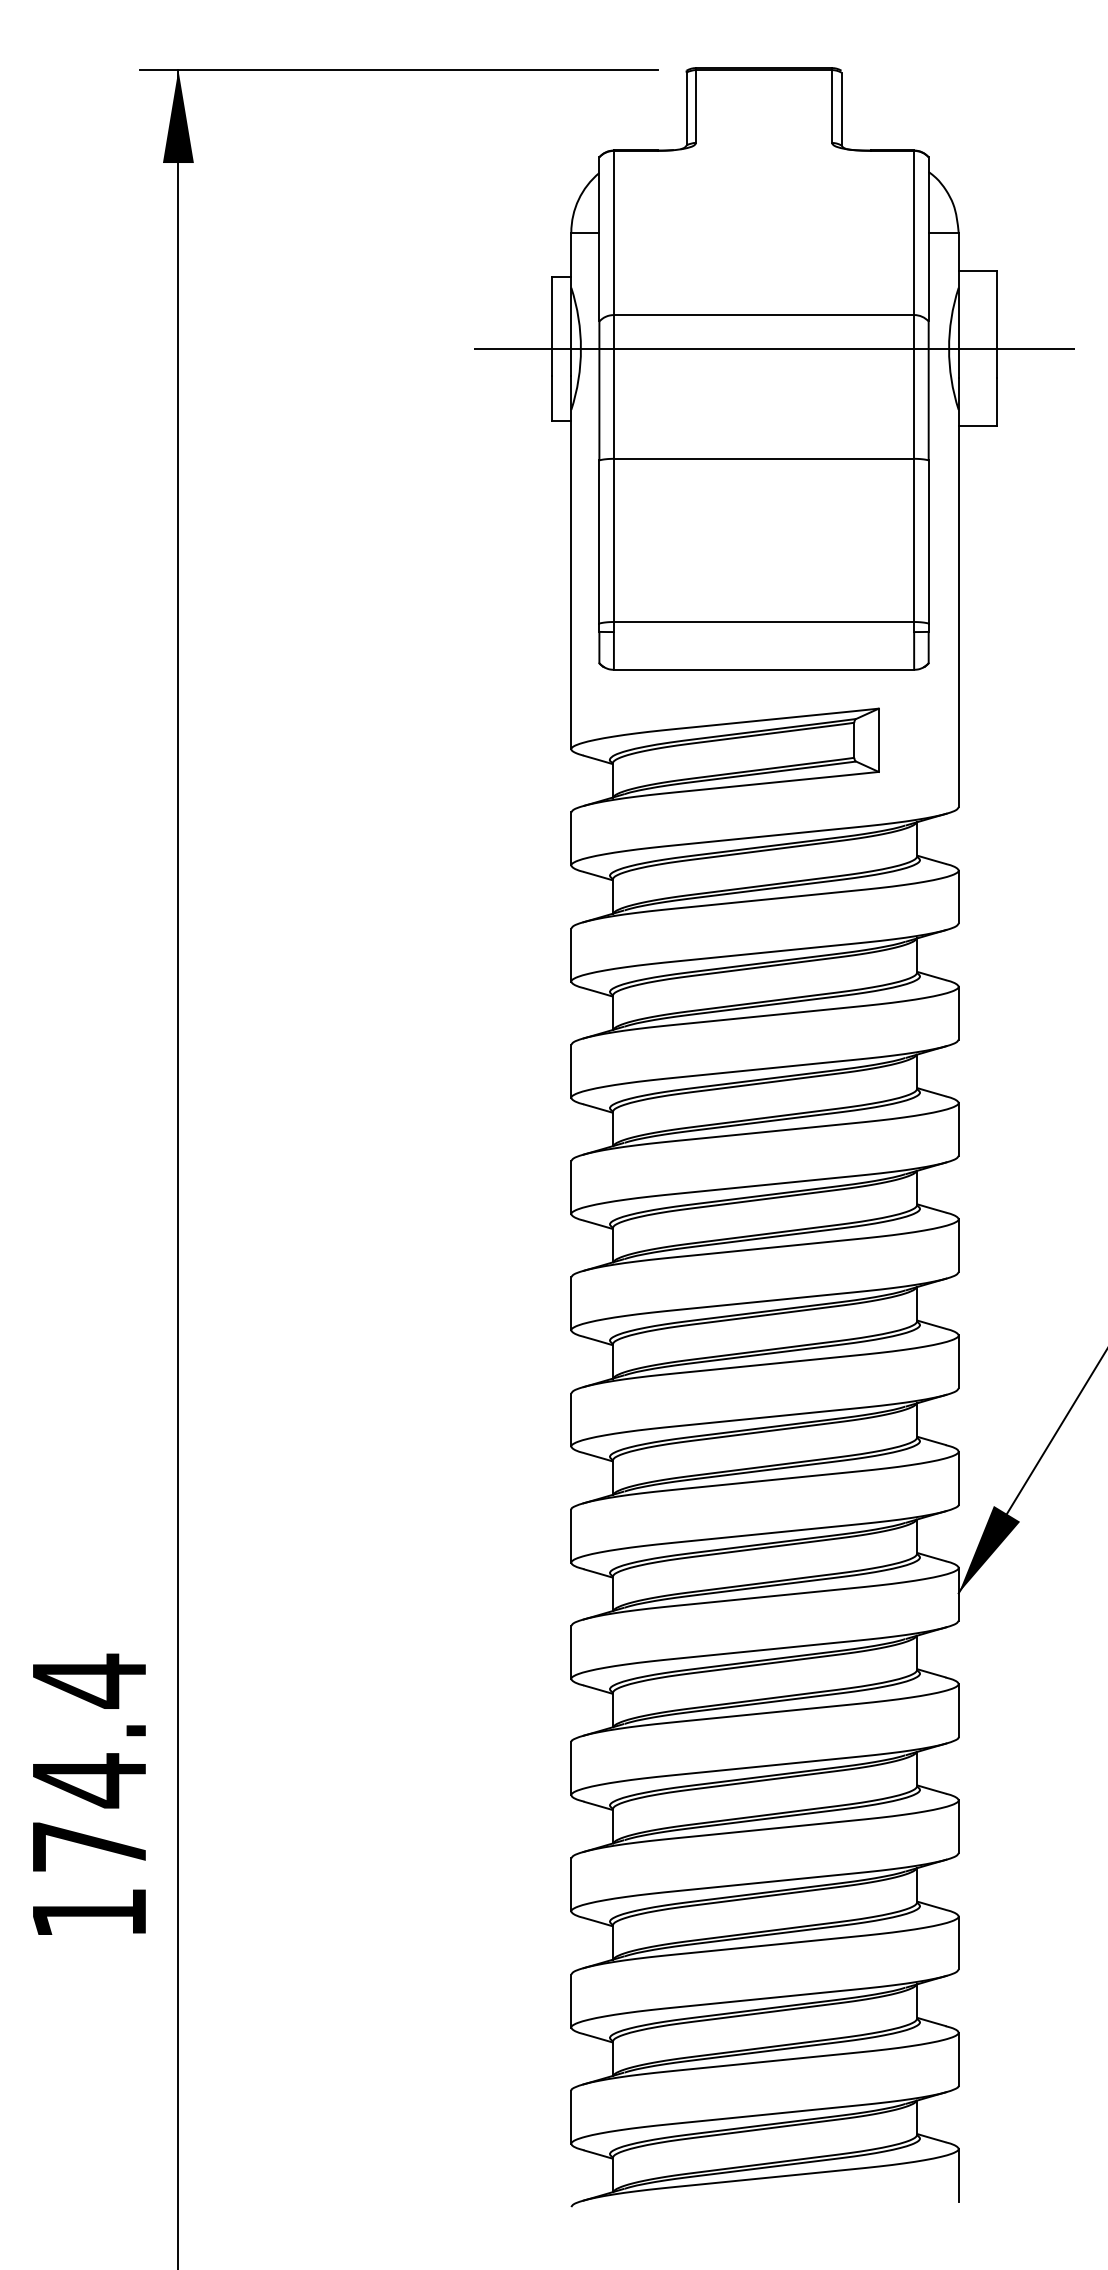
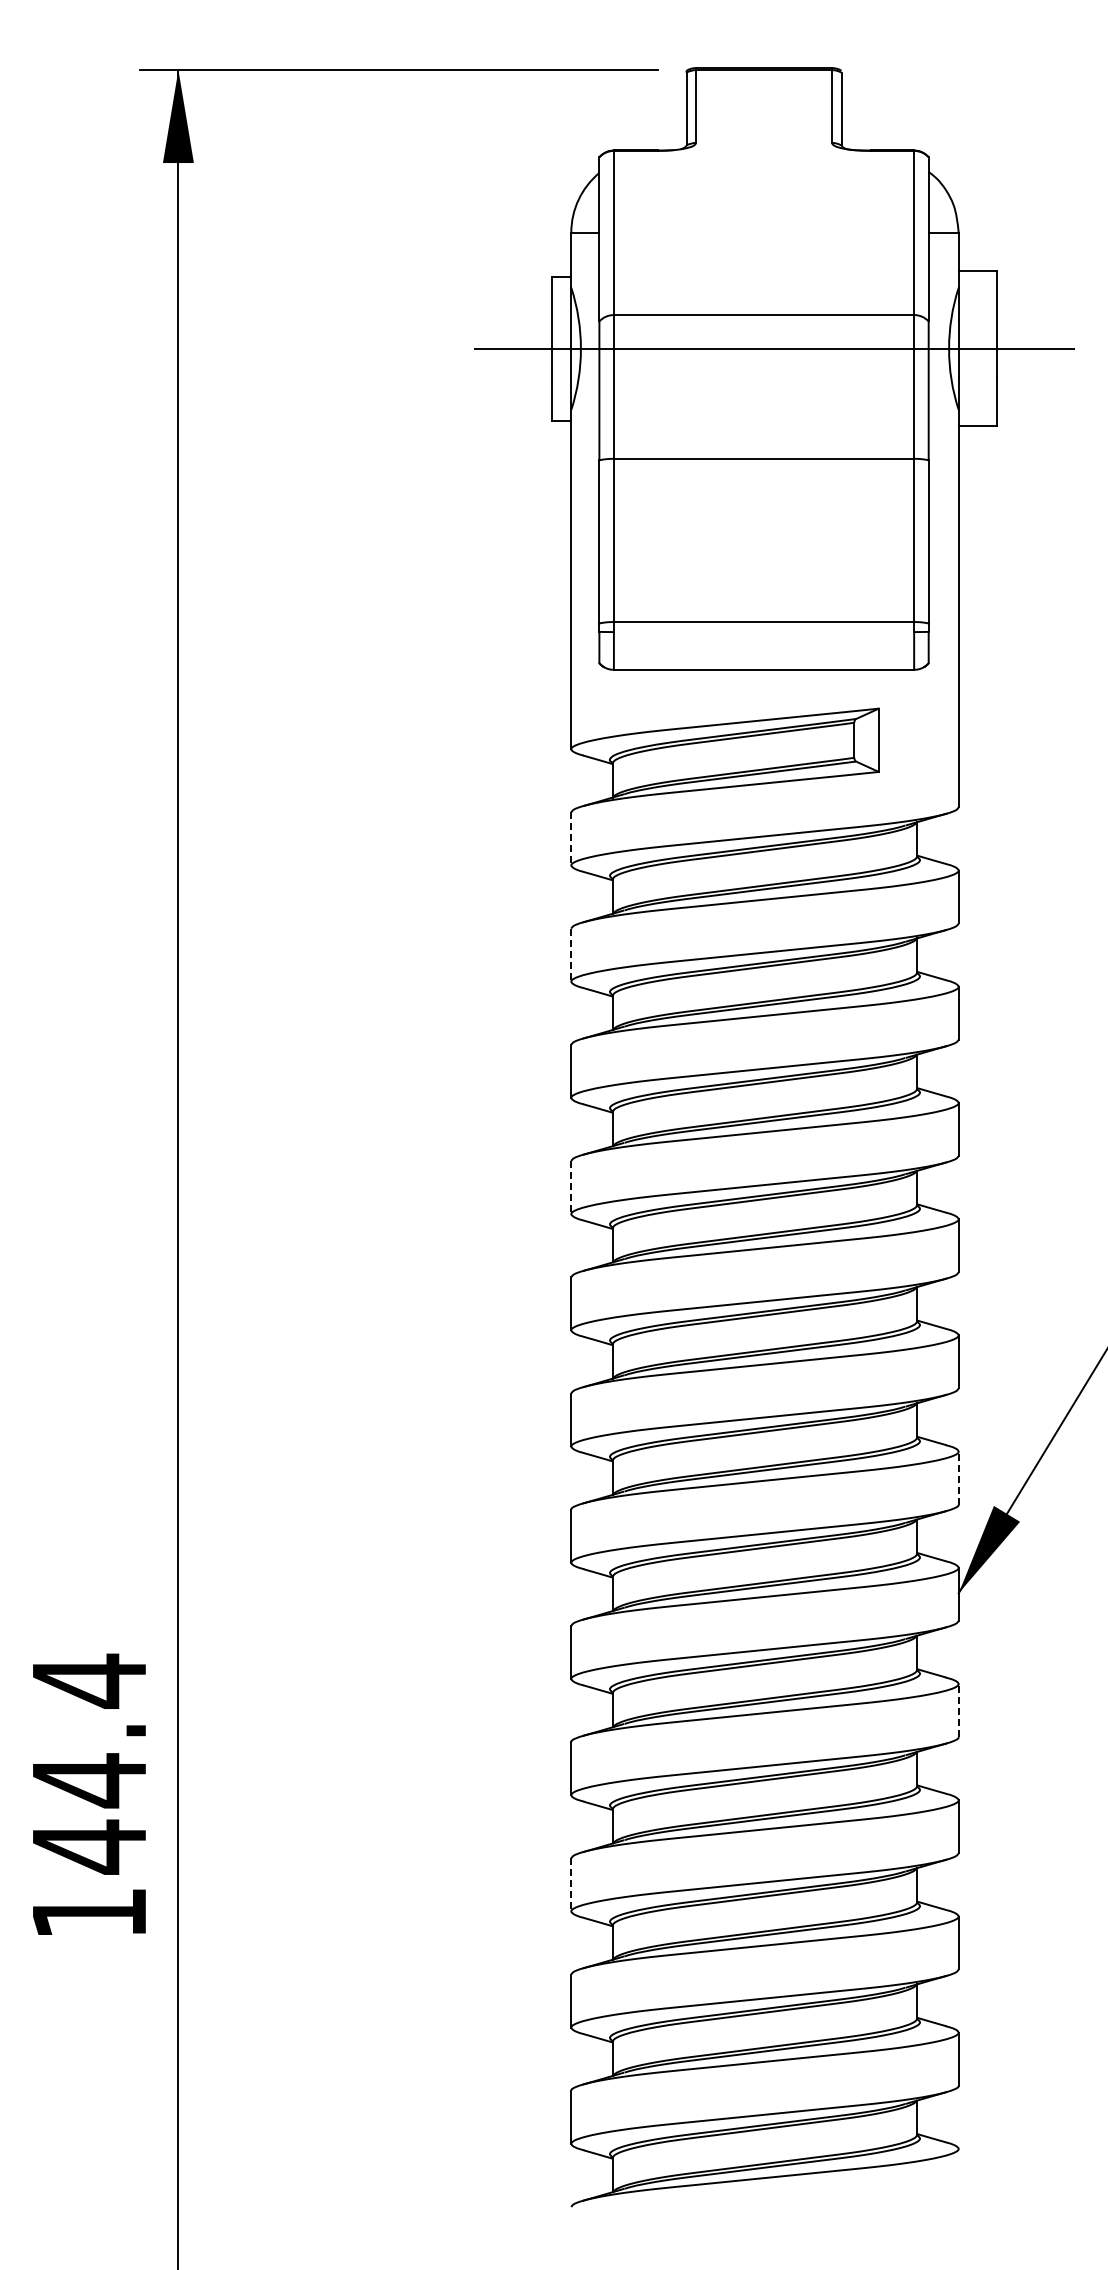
line at (571, 839): solid -> dashed
line at (571, 955): solid -> dashed
line at (571, 1188): solid -> dashed
line at (958, 1477): solid -> dashed
line at (958, 1710): solid -> dashed
text at (89, 1846): 174.4 -> 144.4
line at (571, 1885): solid -> dashed
line at (958, 2174): present -> none
